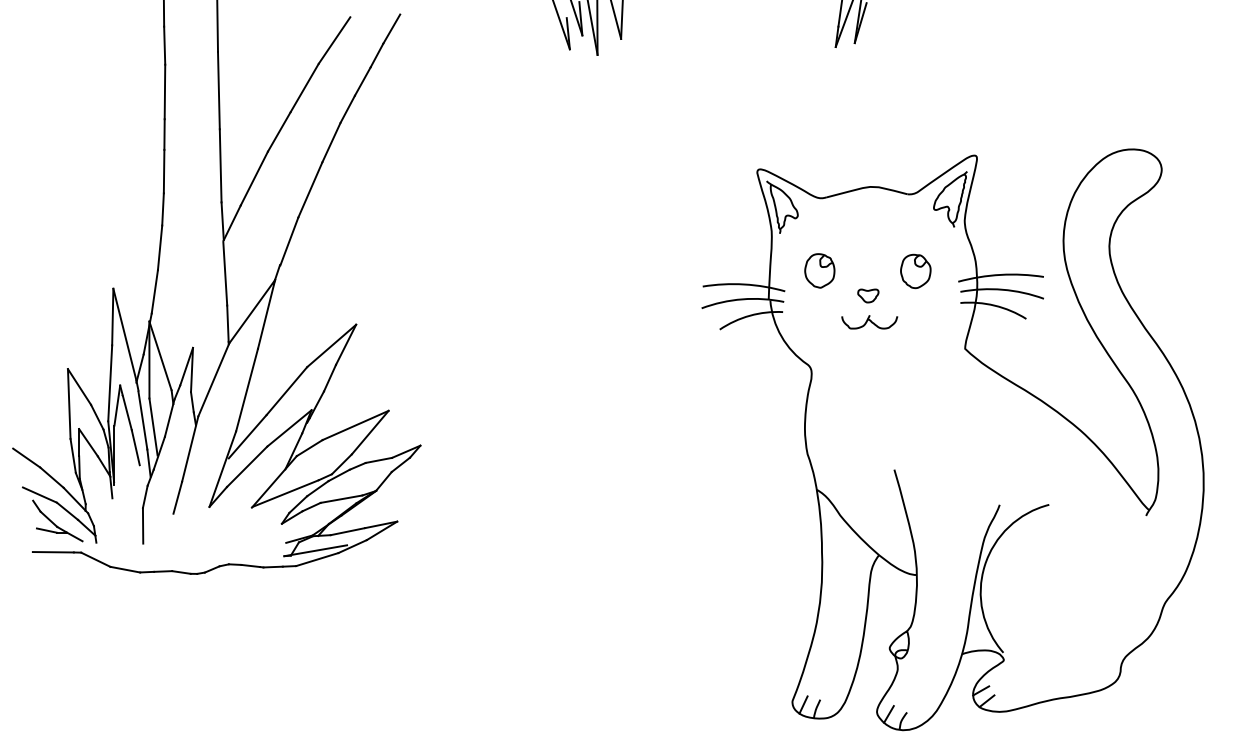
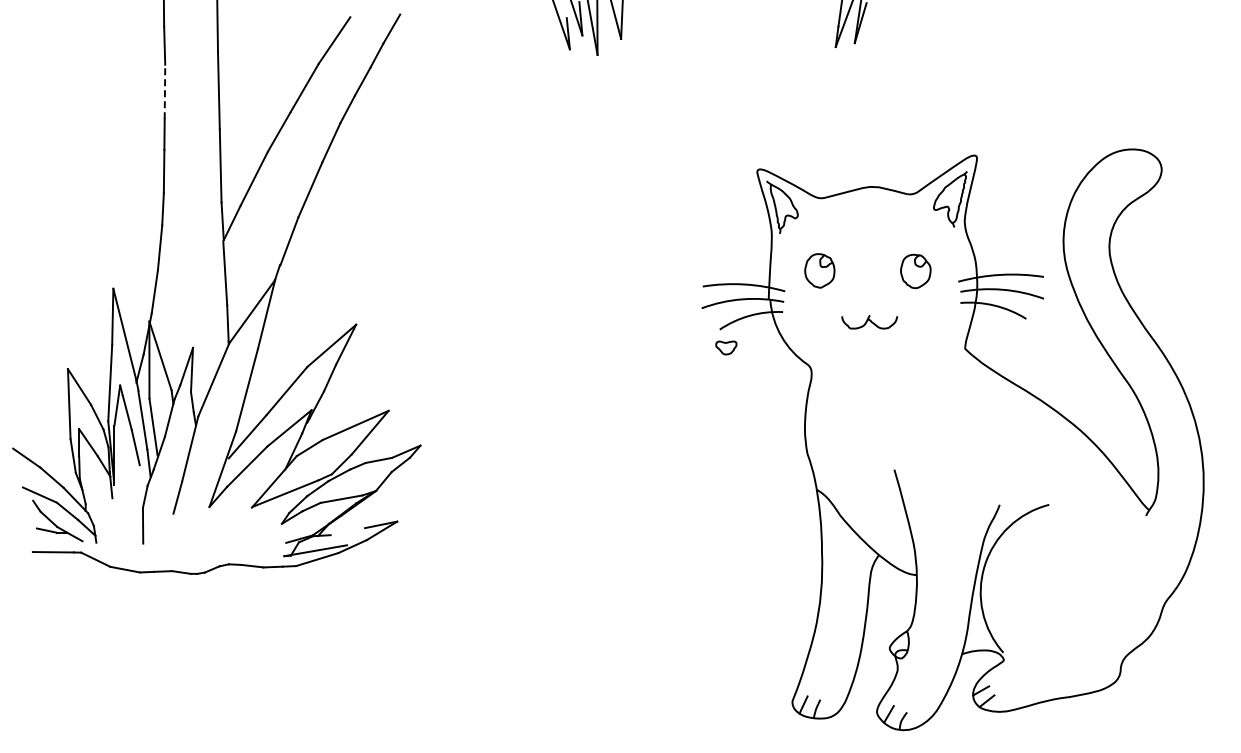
line at (164, 91): solid -> dashed
part at (868, 295) position: (868, 295) -> (726, 347)
line at (347, 531): present -> none
